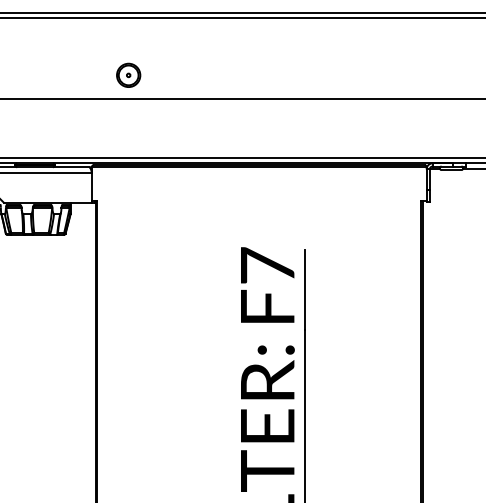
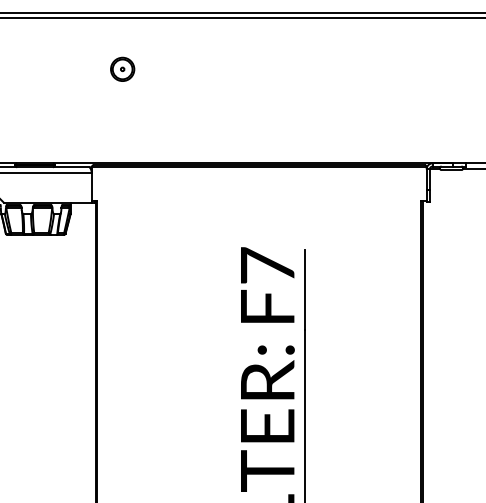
part at (128, 74) position: (128, 74) -> (122, 68)
line at (242, 98): present -> none
line at (242, 157): present -> none
